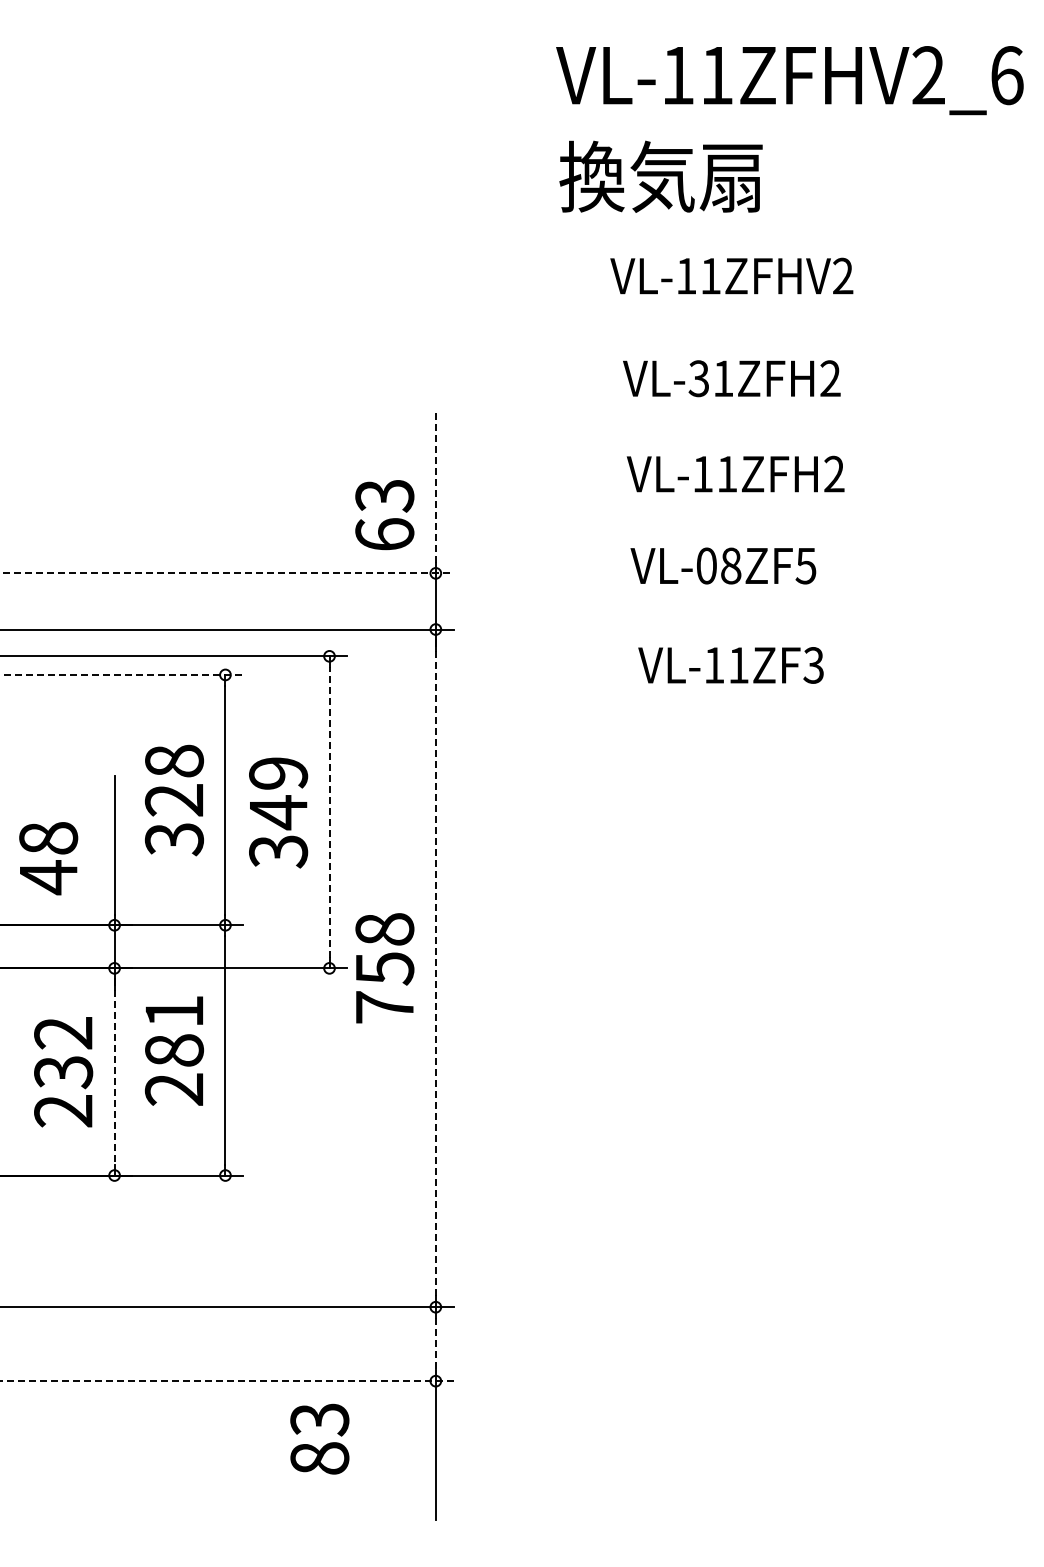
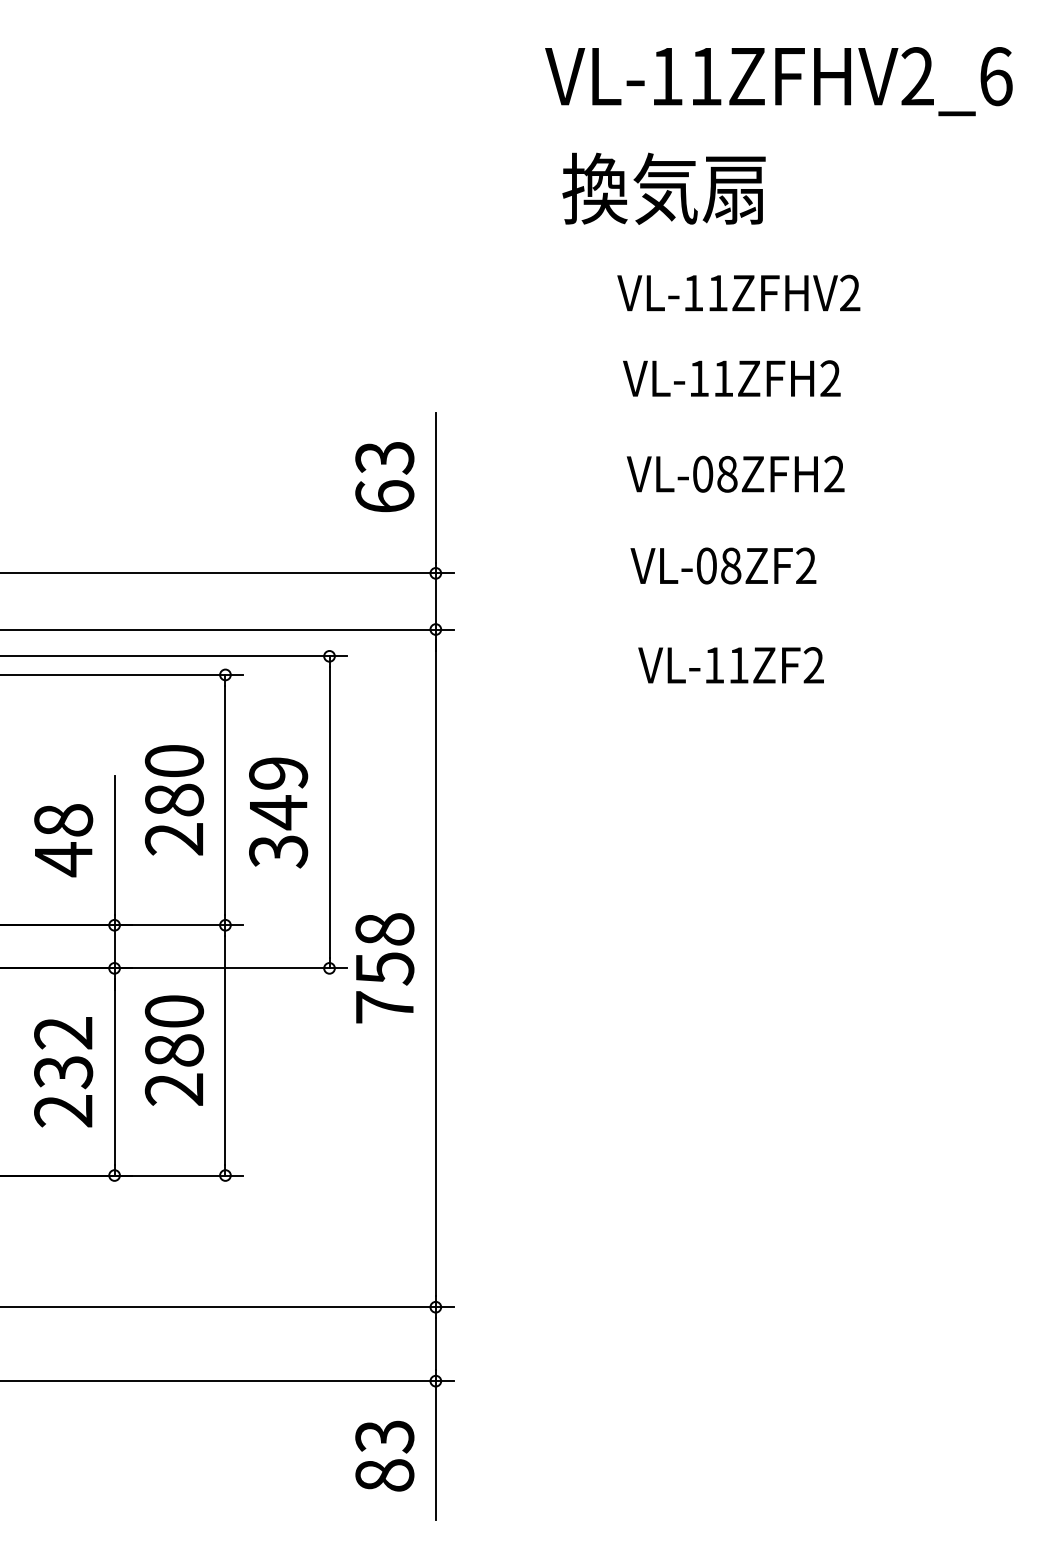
text at (789, 80) position: (789, 80) -> (778, 81)
text at (660, 176) position: (660, 176) -> (663, 188)
text at (731, 275) position: (731, 275) -> (738, 292)
text at (698, 378): VL-31ZFH2 -> VL-11ZFH2
text at (715, 473): VL-11ZFH2 -> VL-08ZFH2
line at (435, 487): dashed -> solid
text at (384, 515) position: (384, 515) -> (384, 477)
text at (805, 565): VL-08ZF5 -> VL-08ZF2
line at (227, 573): dashed -> solid
text at (813, 665): VL-11ZF3 -> VL-11ZF2
line at (122, 674): dashed -> solid
text at (174, 800): 328 -> 280
line at (329, 811): dashed -> solid
text at (48, 858) position: (48, 858) -> (63, 840)
line at (435, 967): dashed -> solid
text at (174, 1011): 281 -> 280
line at (114, 1071): dashed -> solid
line at (435, 1344): dashed -> solid
line at (227, 1381): dashed -> solid
text at (319, 1438) position: (319, 1438) -> (384, 1455)
